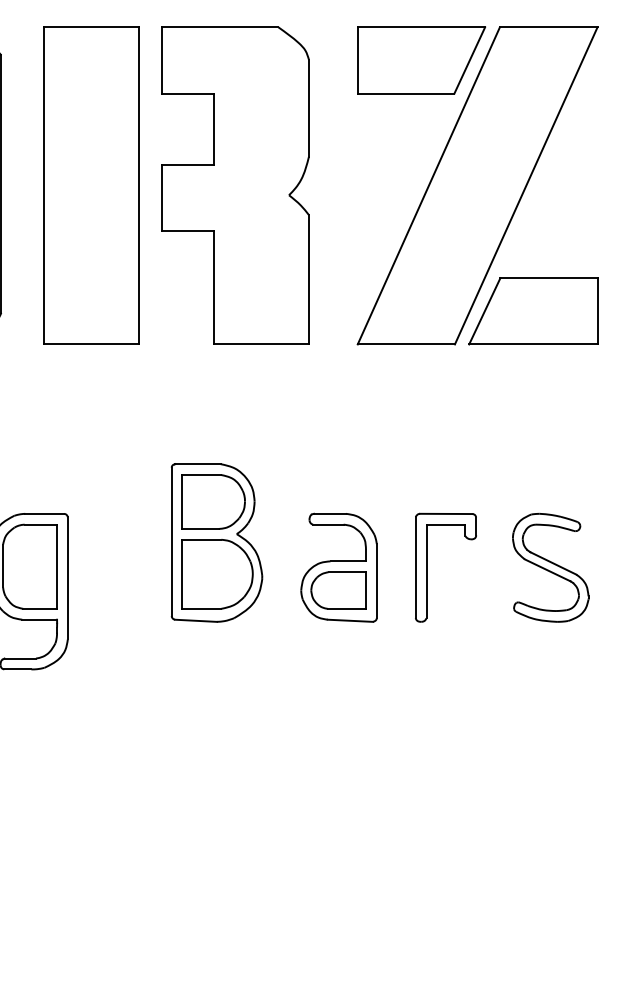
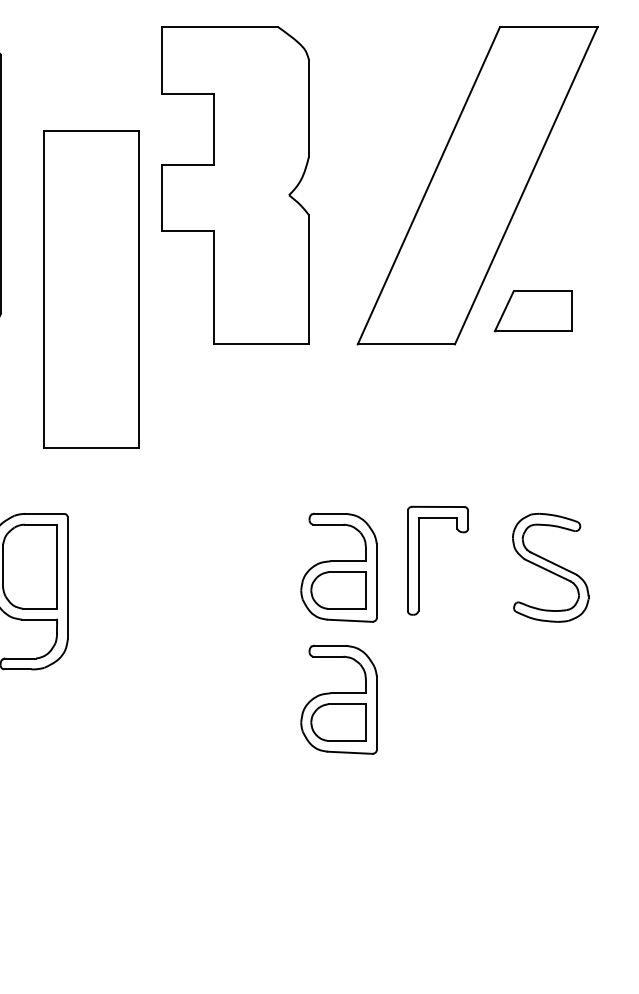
part at (421, 60): present -> none
part at (91, 185) position: (91, 185) -> (91, 289)
part at (533, 311) size: 131x69 px -> 80x43 px
part at (216, 542): present -> none
part at (427, 567) position: (427, 567) -> (419, 560)
part at (338, 699): none -> present
